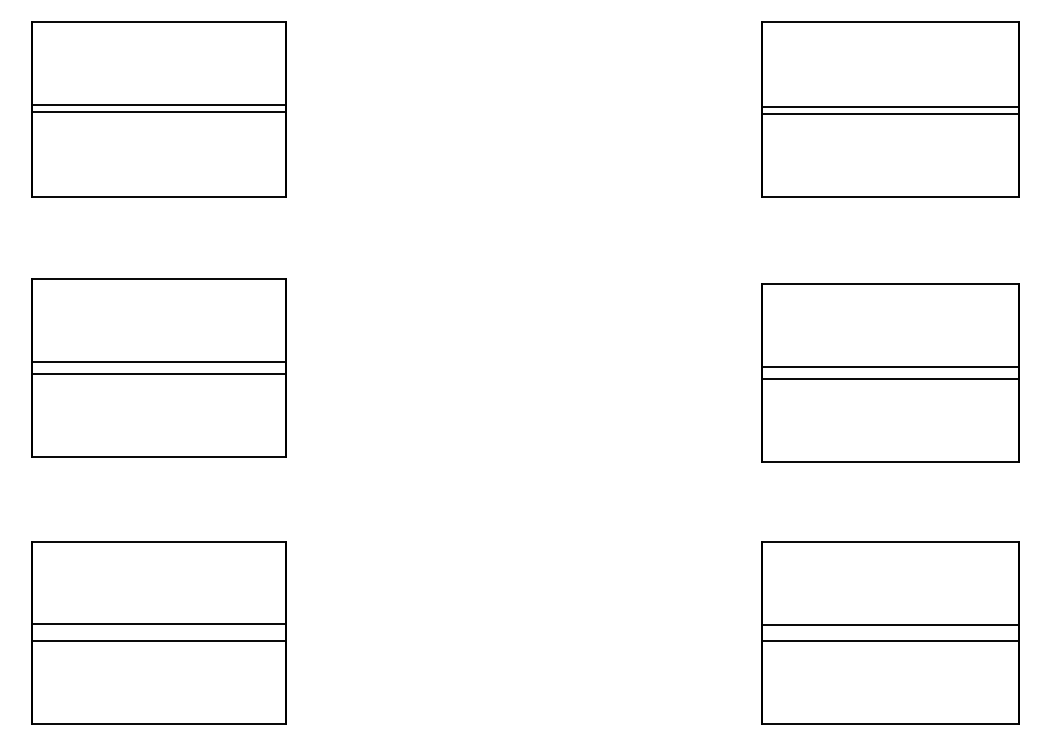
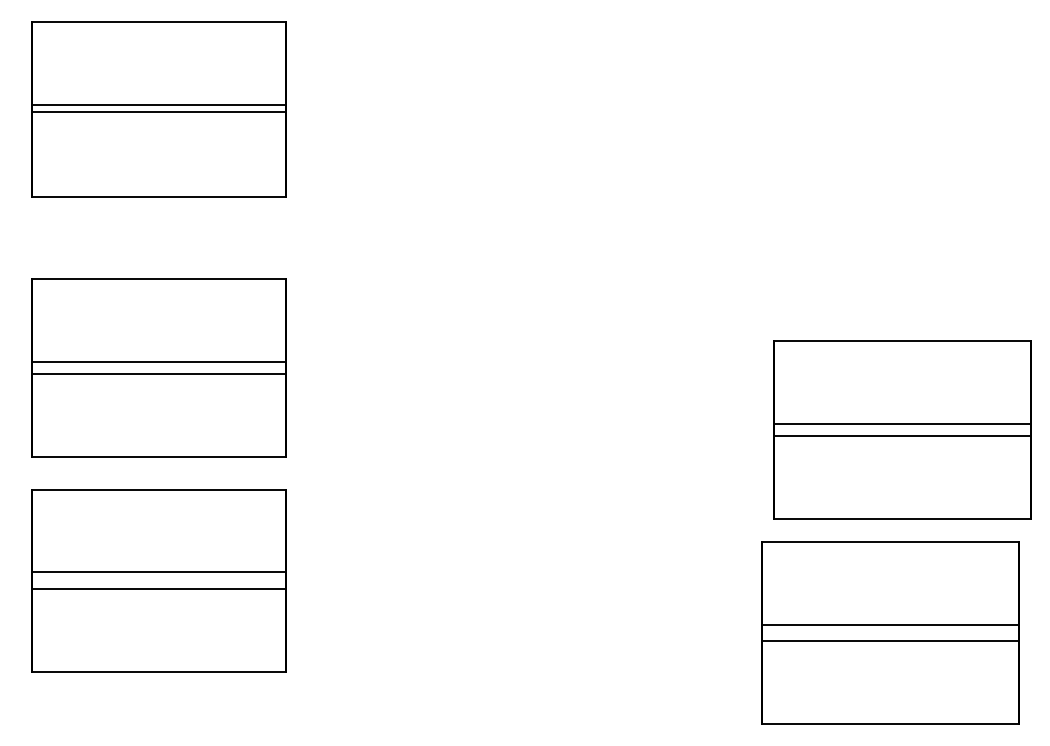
part at (890, 109): present -> none
part at (890, 372) position: (890, 372) -> (902, 429)
part at (158, 632) position: (158, 632) -> (158, 580)
